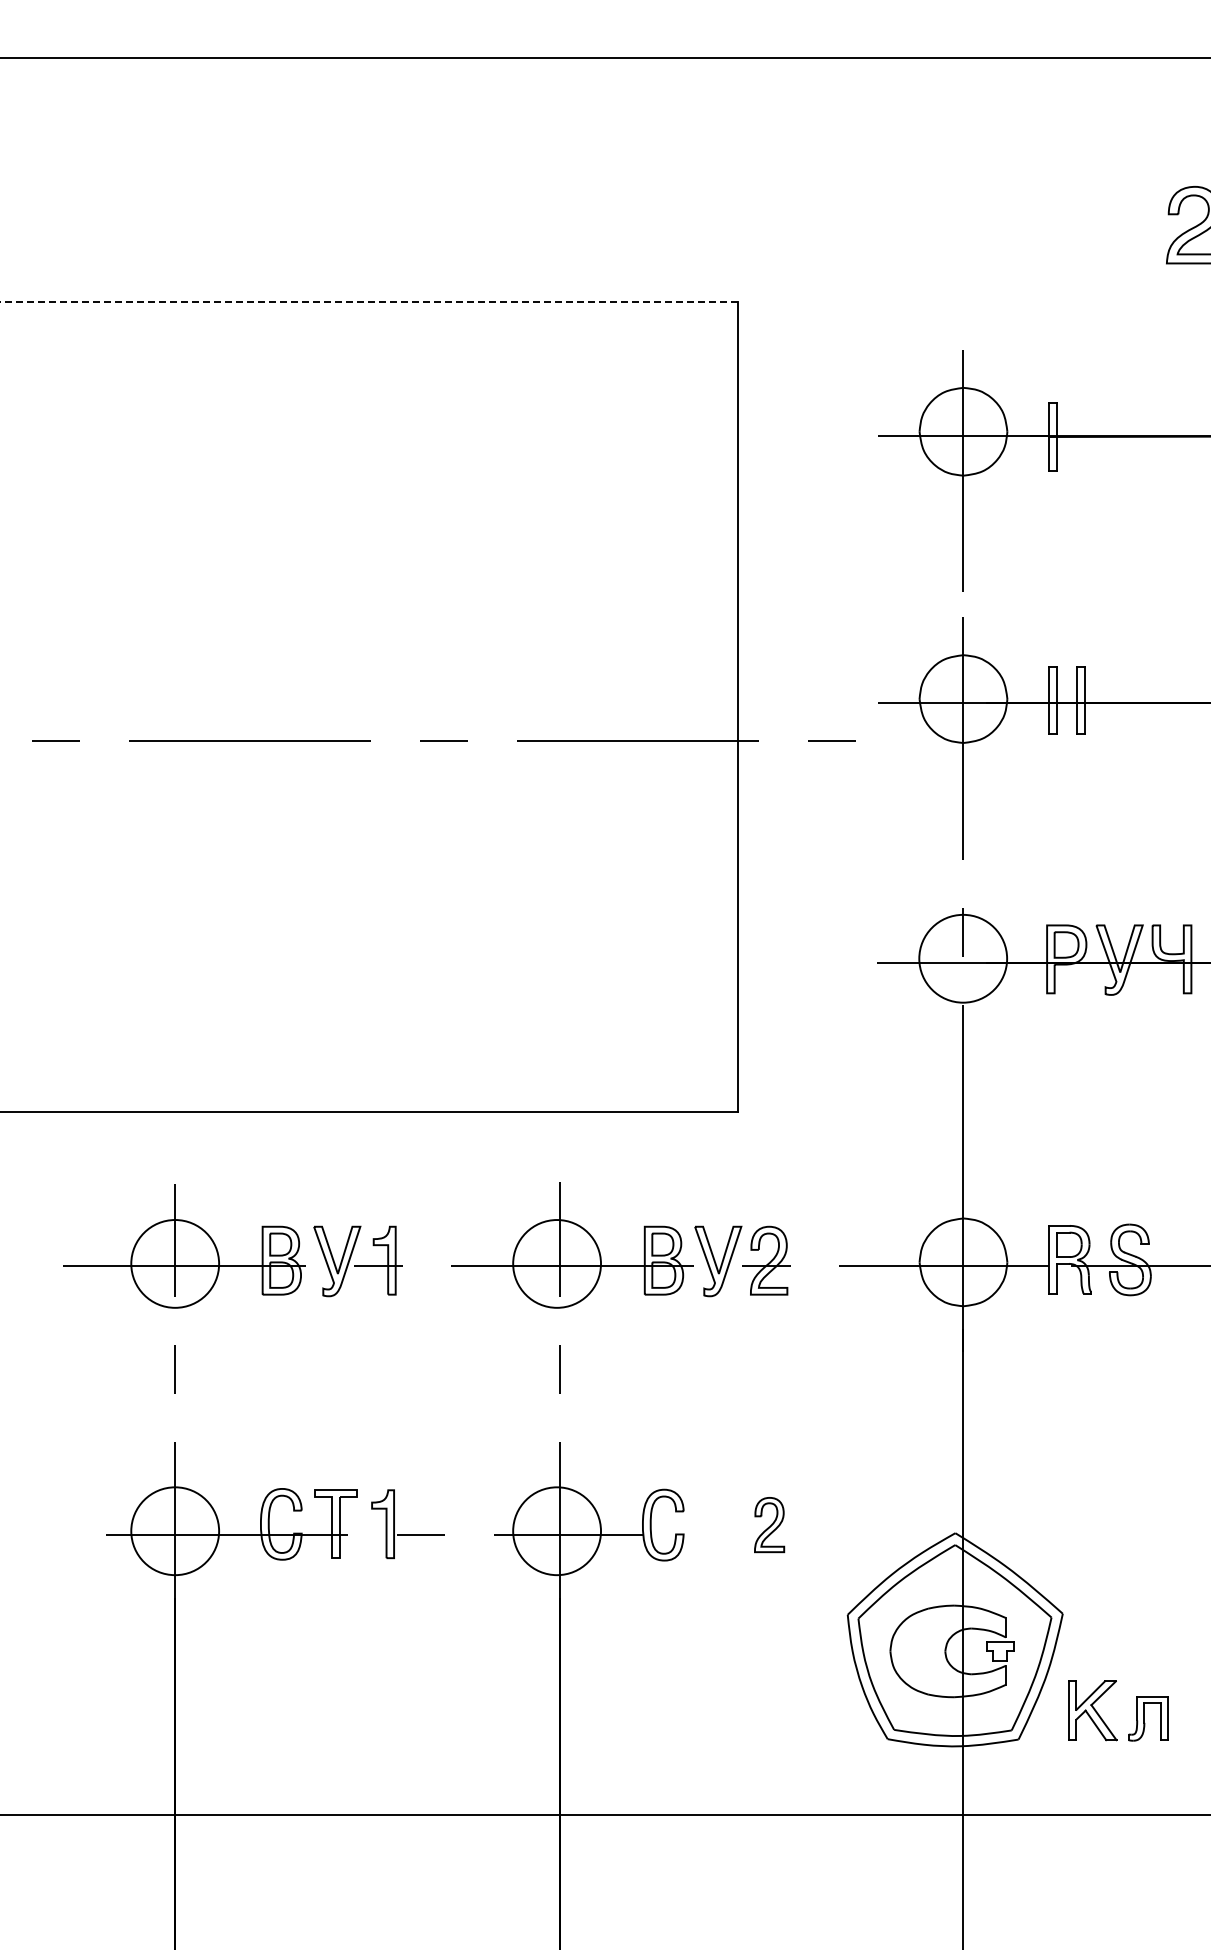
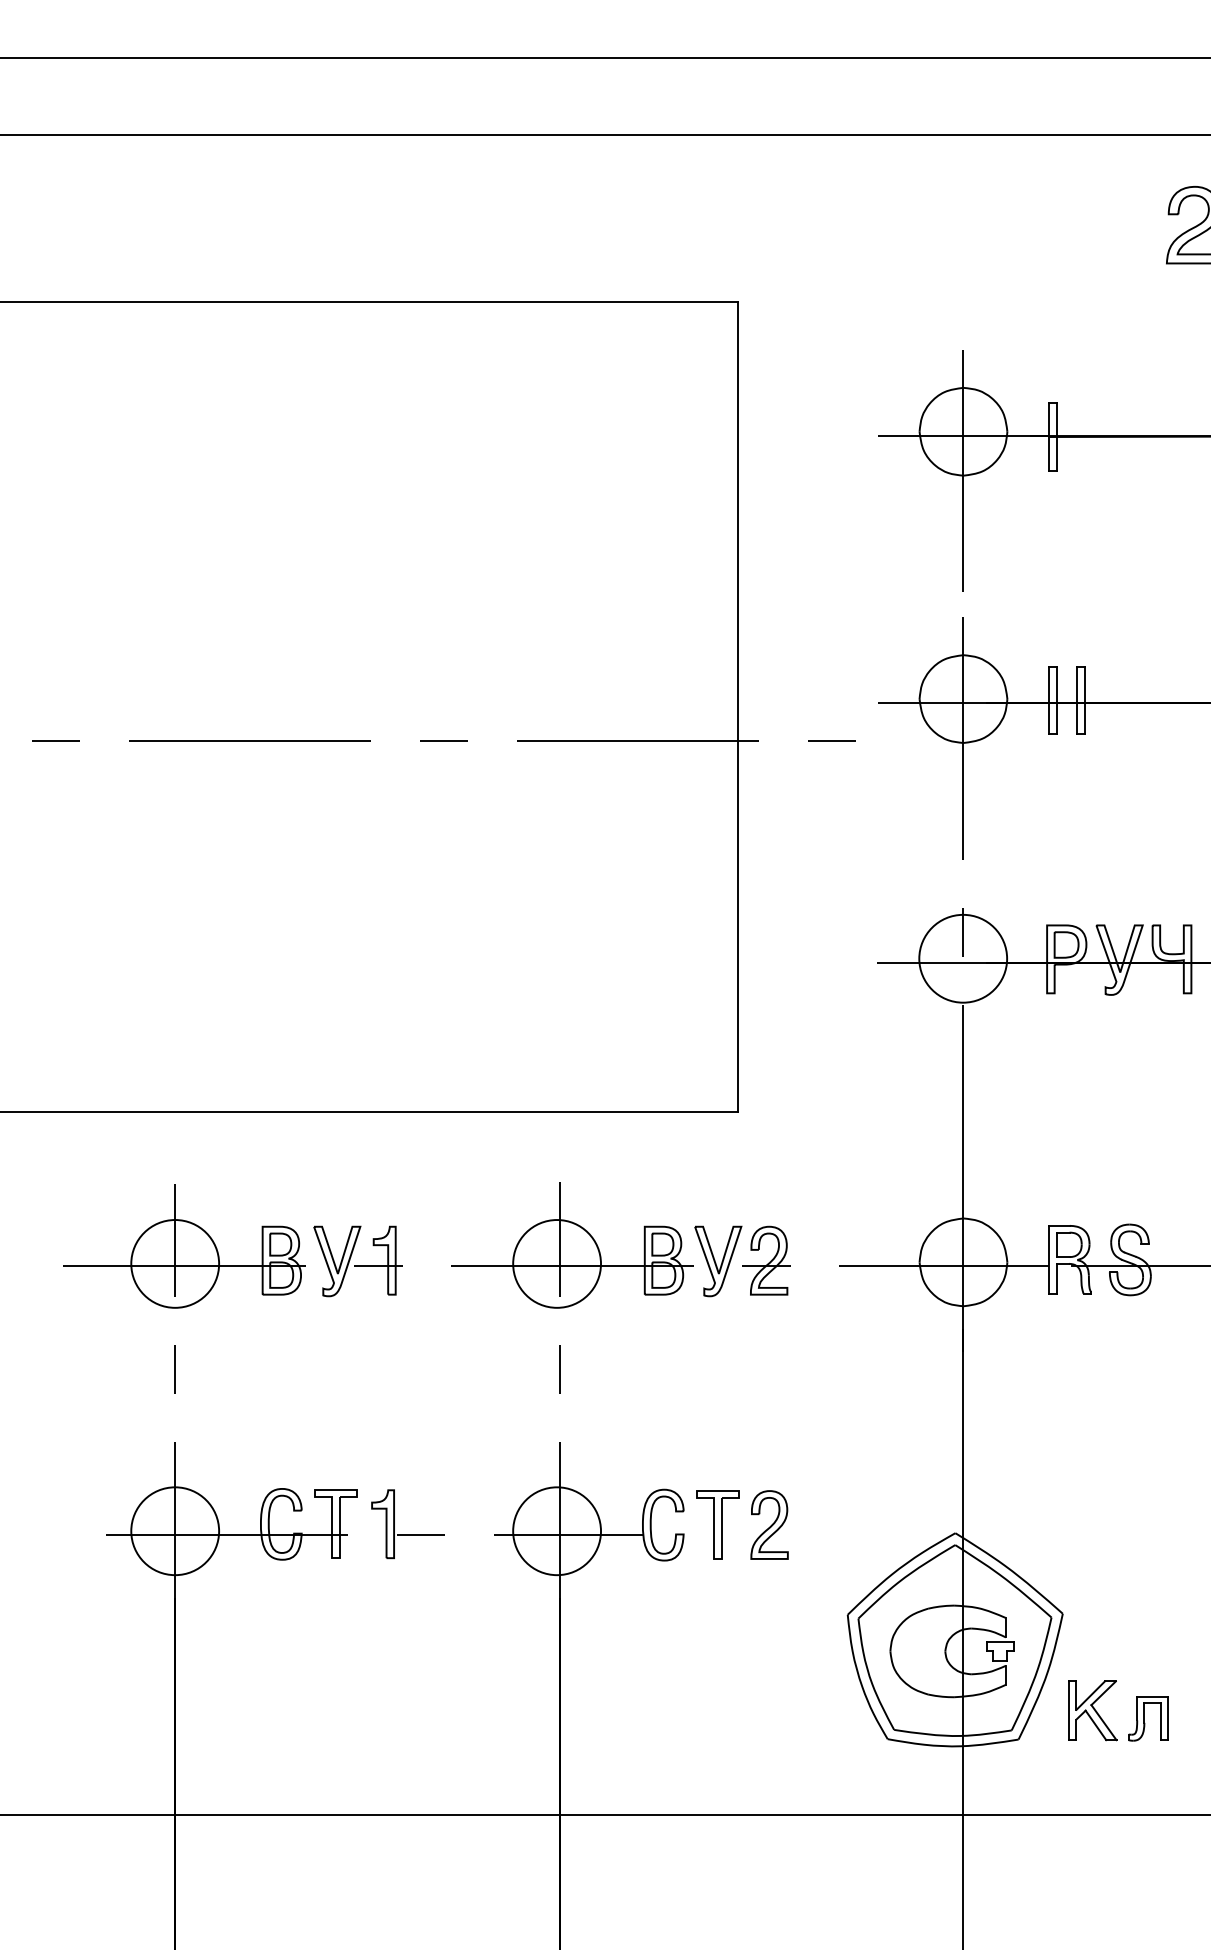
line at (604, 134): none -> present
line at (369, 301): dashed -> solid
part at (717, 1524): none -> present
part at (769, 1525) size: 32x57 px -> 39x70 px
